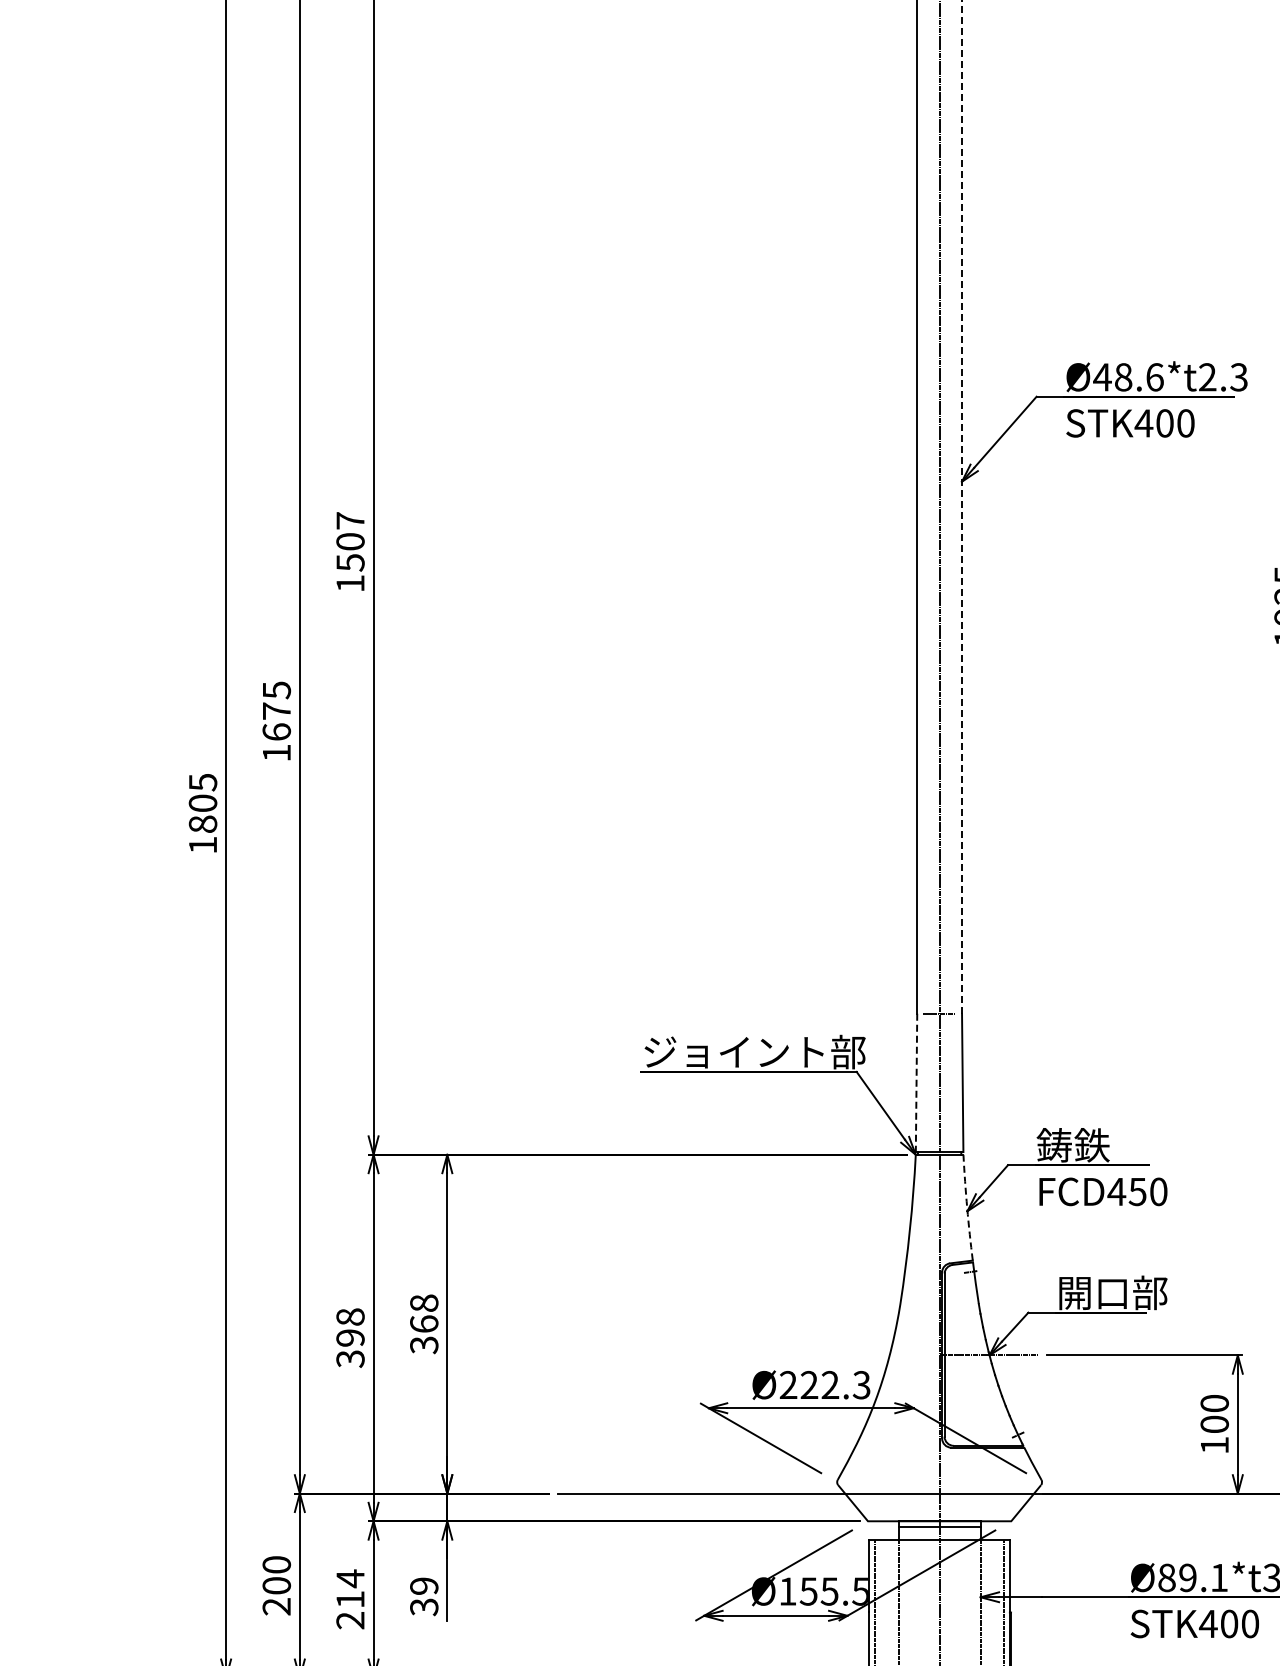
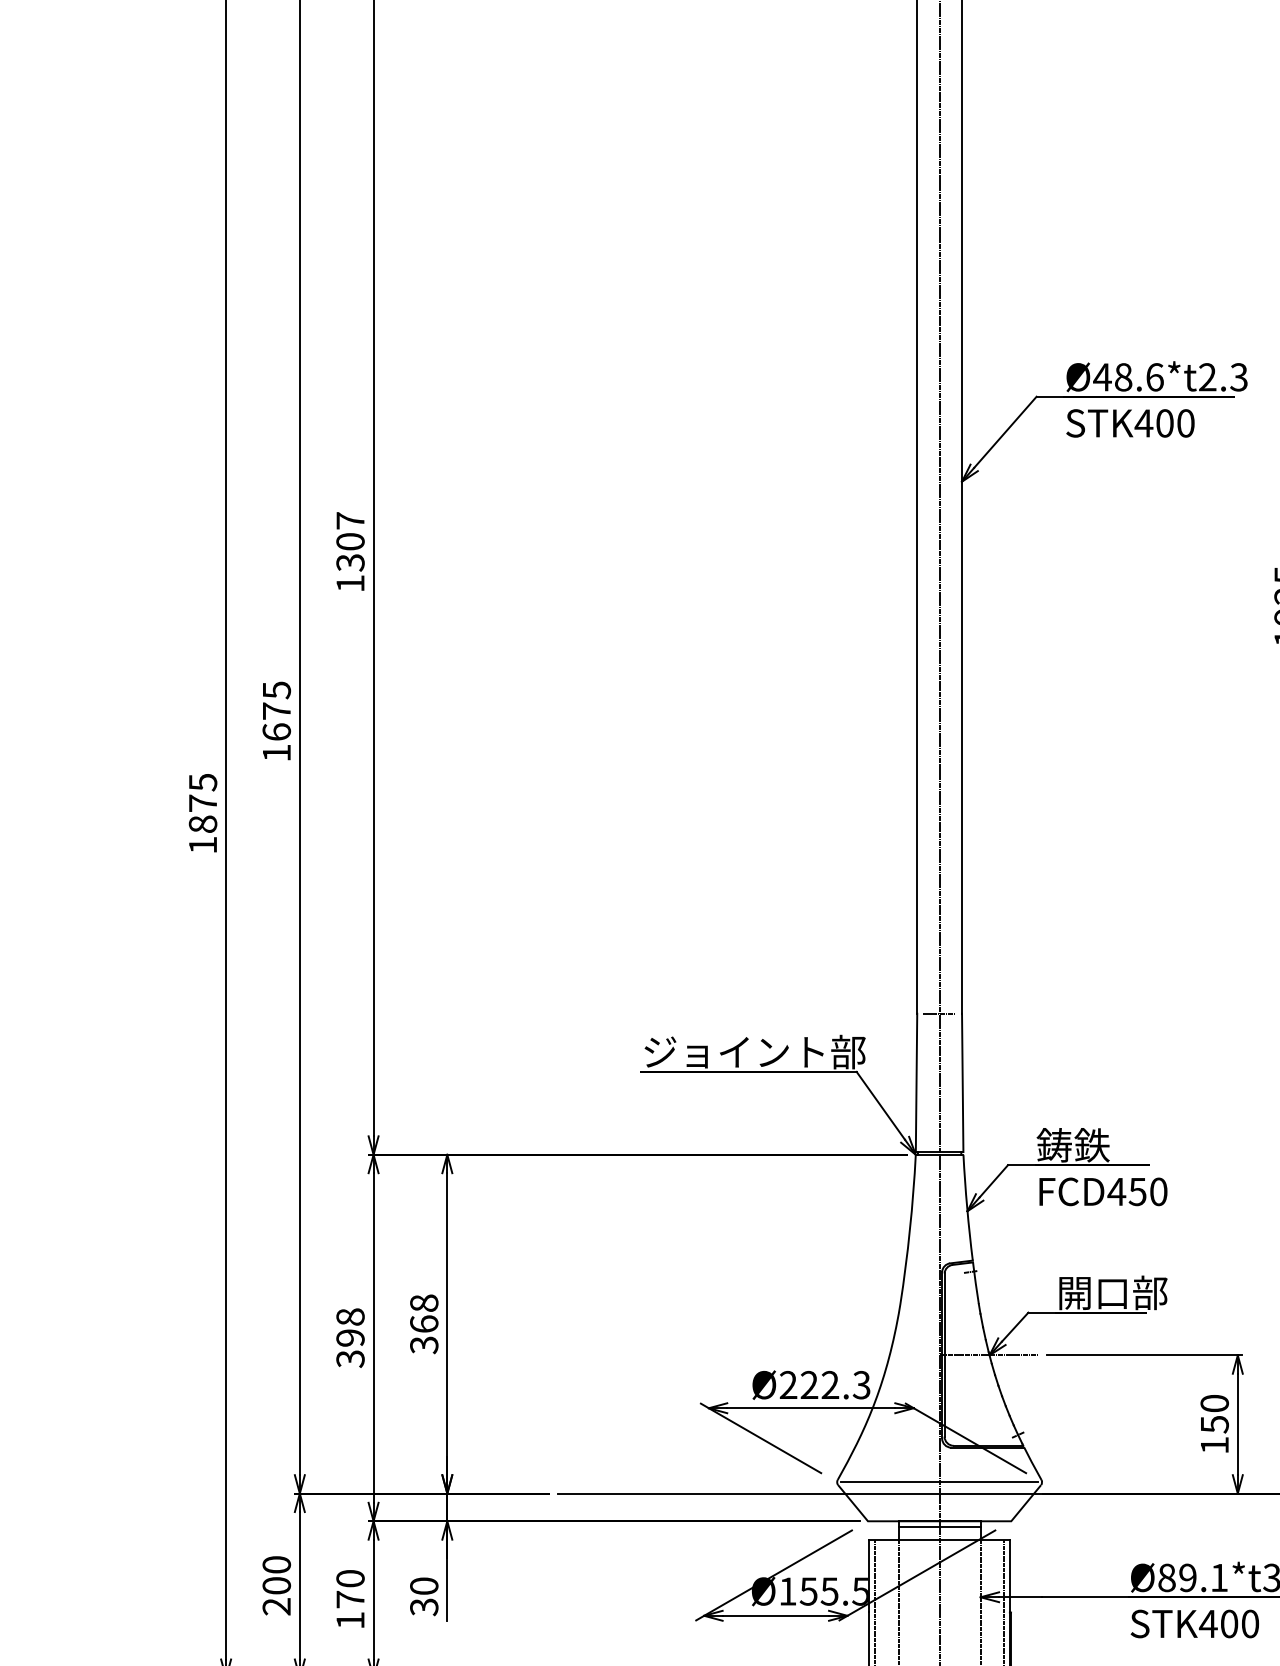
line at (962, 507): dashed -> solid
text at (350, 562): 1507 -> 1307
text at (202, 802): 1805 -> 1875
line at (916, 1083): dashed -> solid
arc at (967, 1207): dashed -> solid
text at (1214, 1424): 100 -> 150
line at (939, 1482): none -> present
text at (424, 1585): 39 -> 30
text at (350, 1599): 214 -> 170
